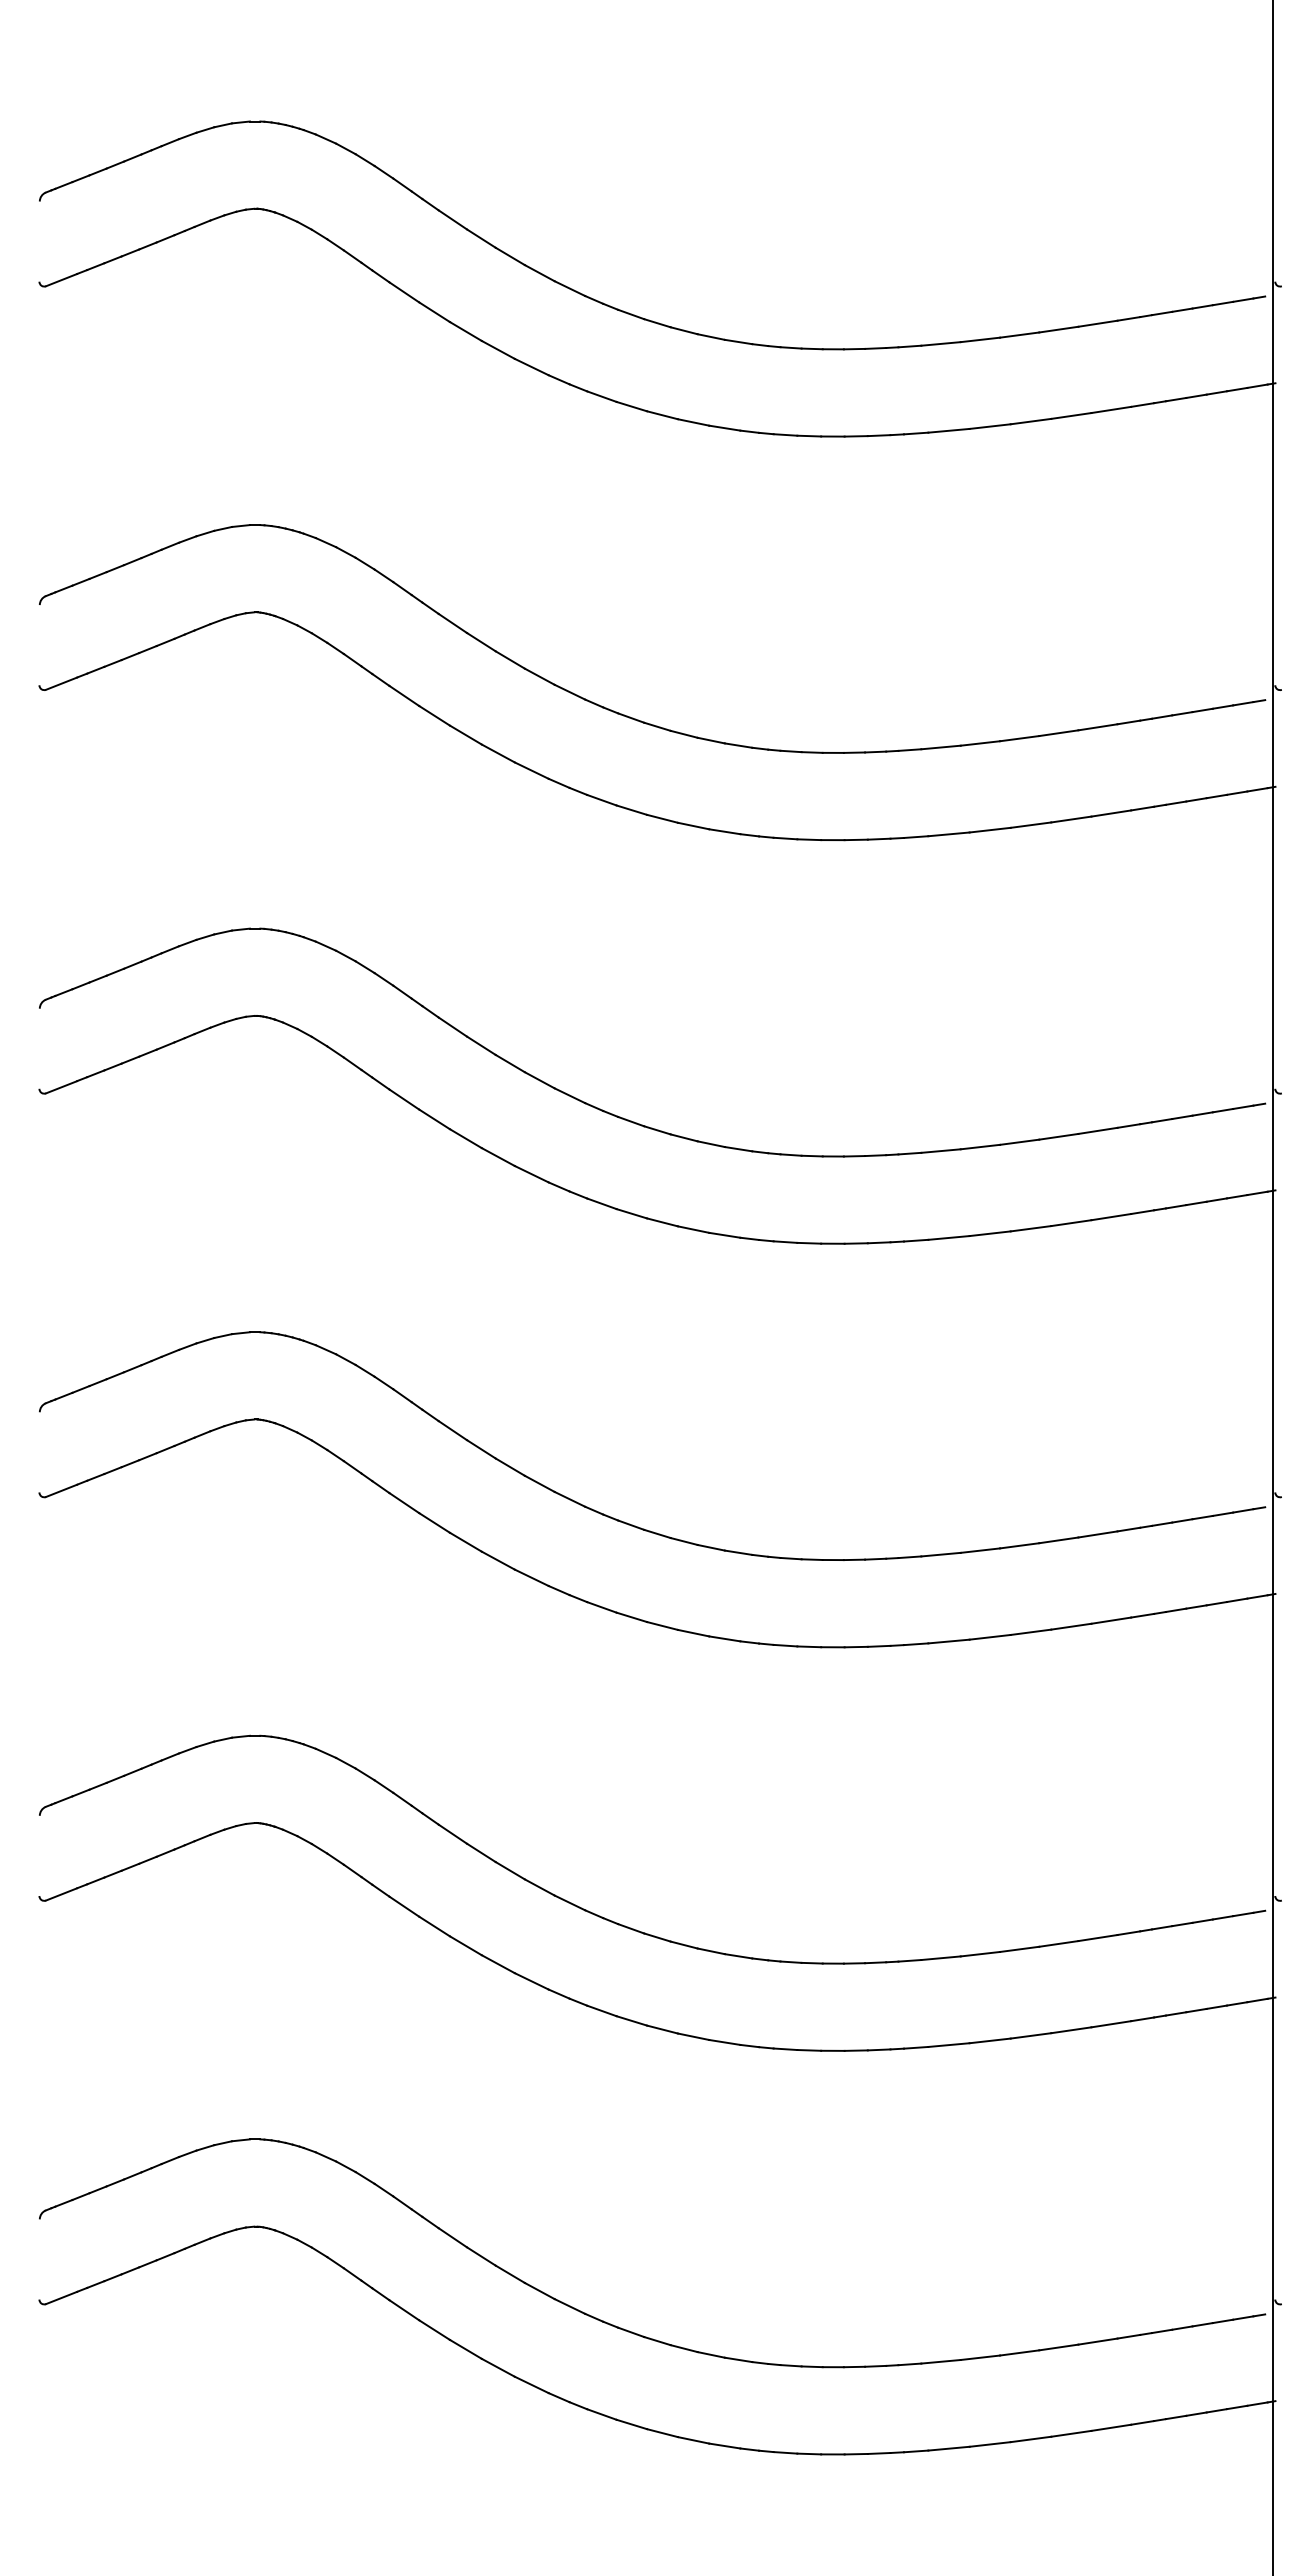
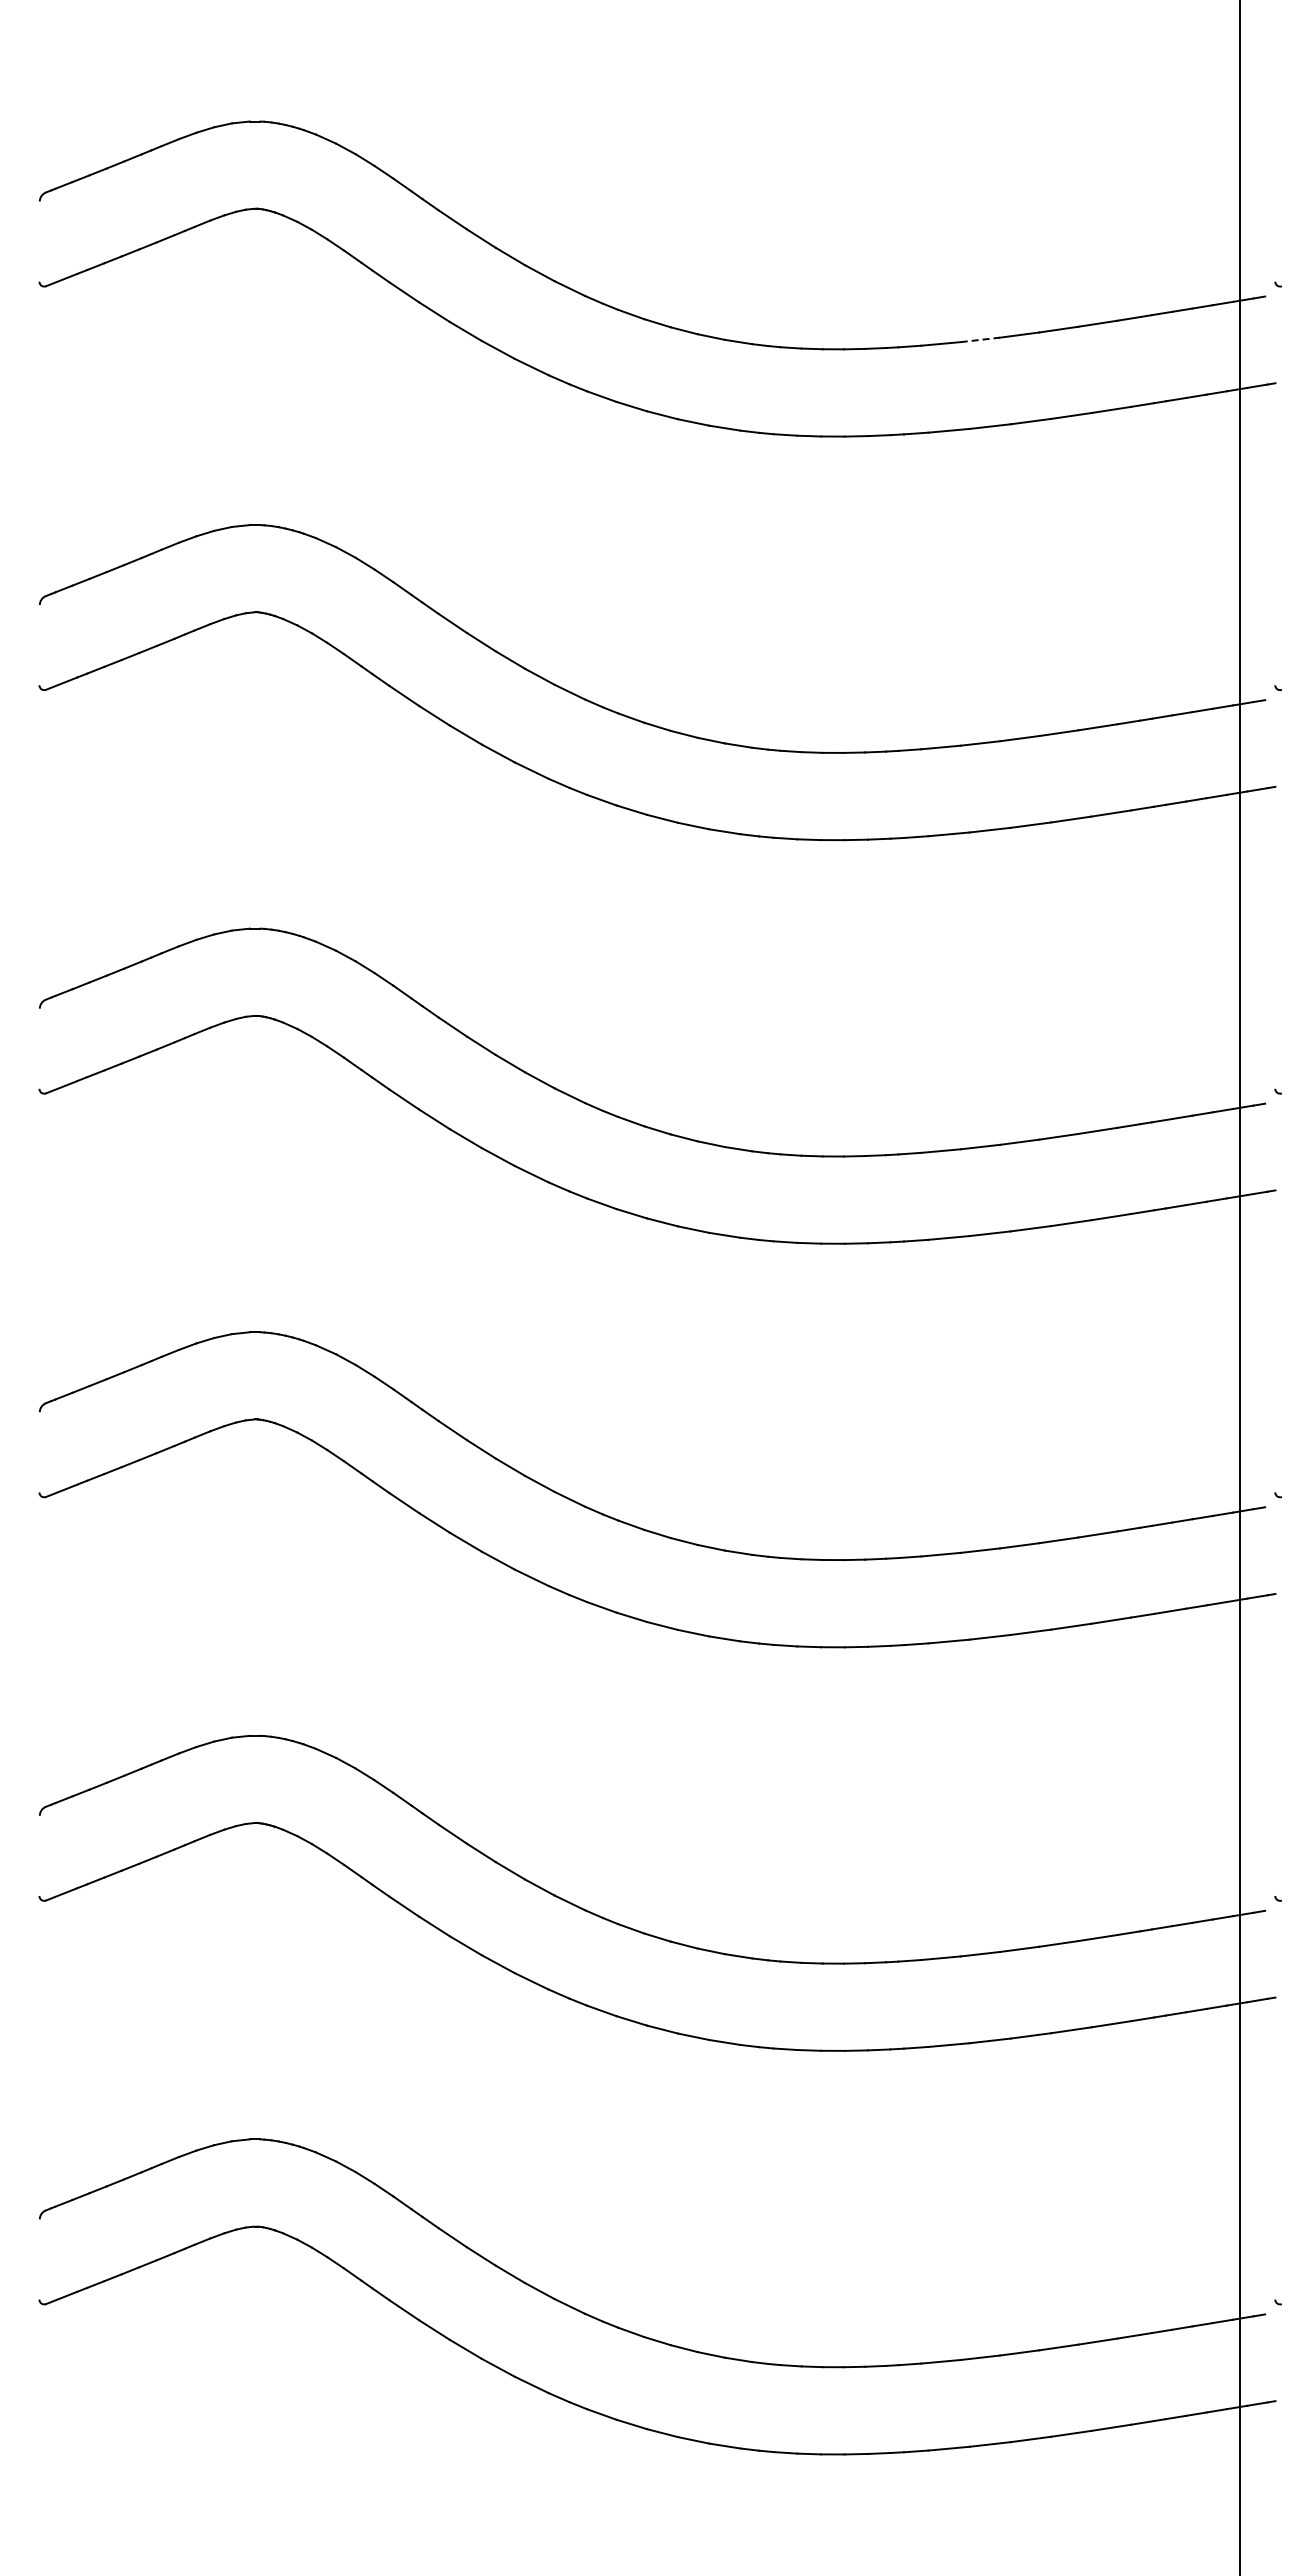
line at (980, 339): solid -> dashed
line at (1272, 1287) position: (1272, 1287) -> (1239, 1287)
